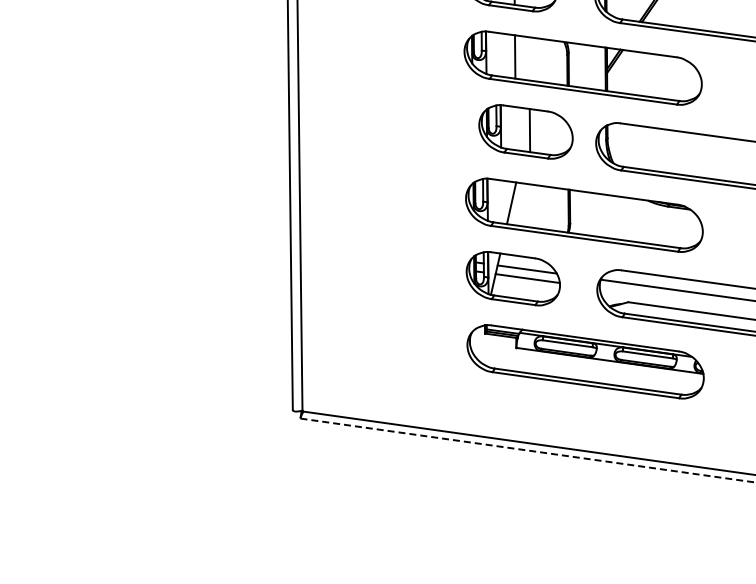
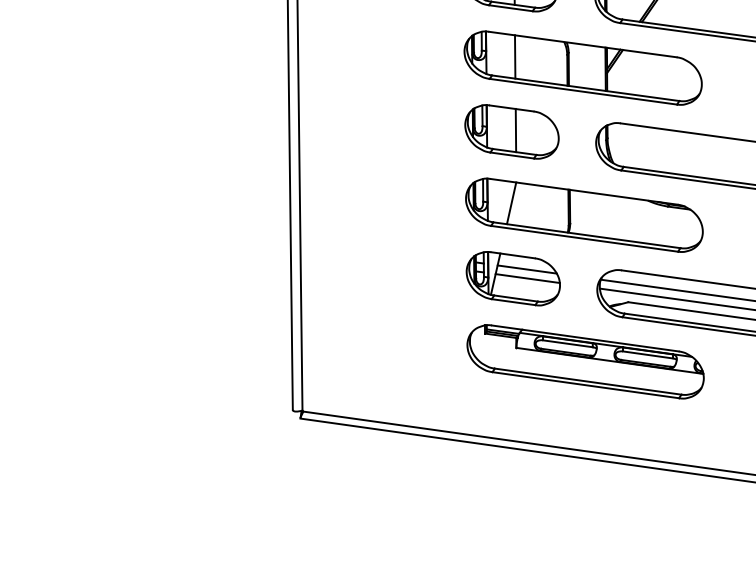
part at (525, 131) position: (525, 131) -> (511, 131)
line at (675, 298): none -> present
line at (528, 450): dashed -> solid
